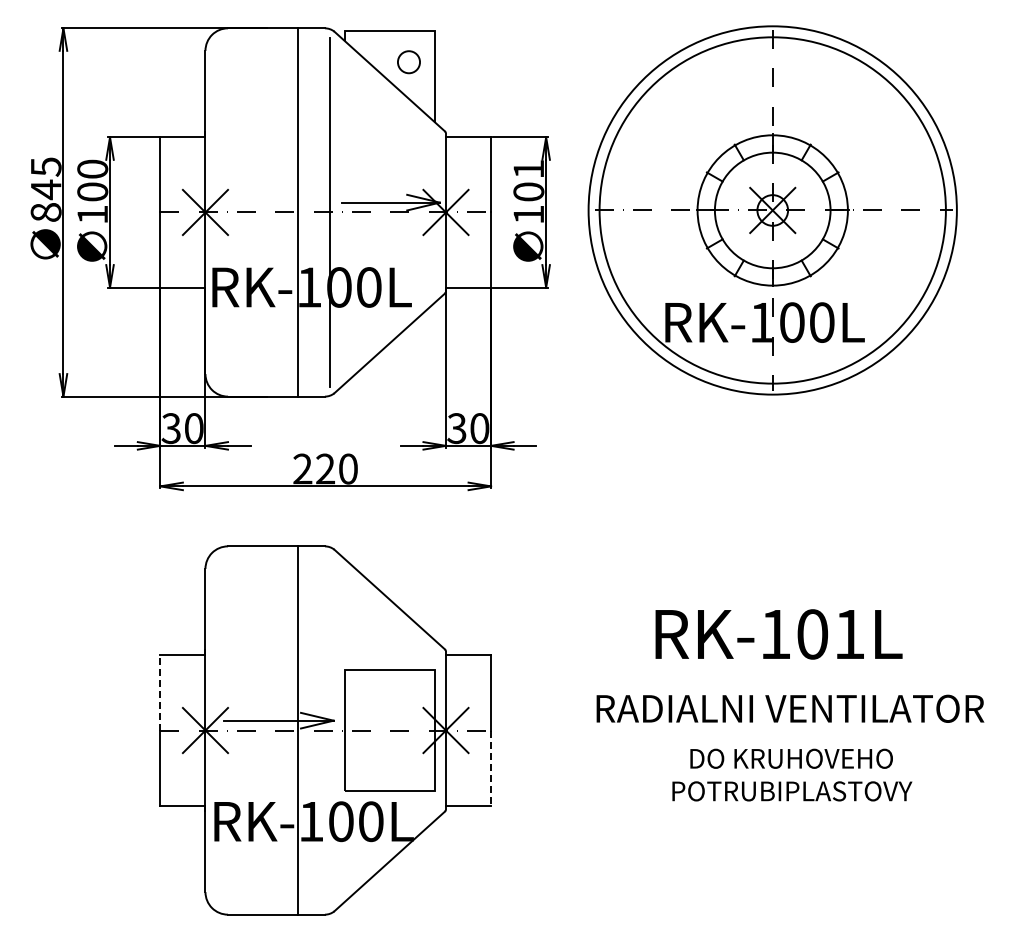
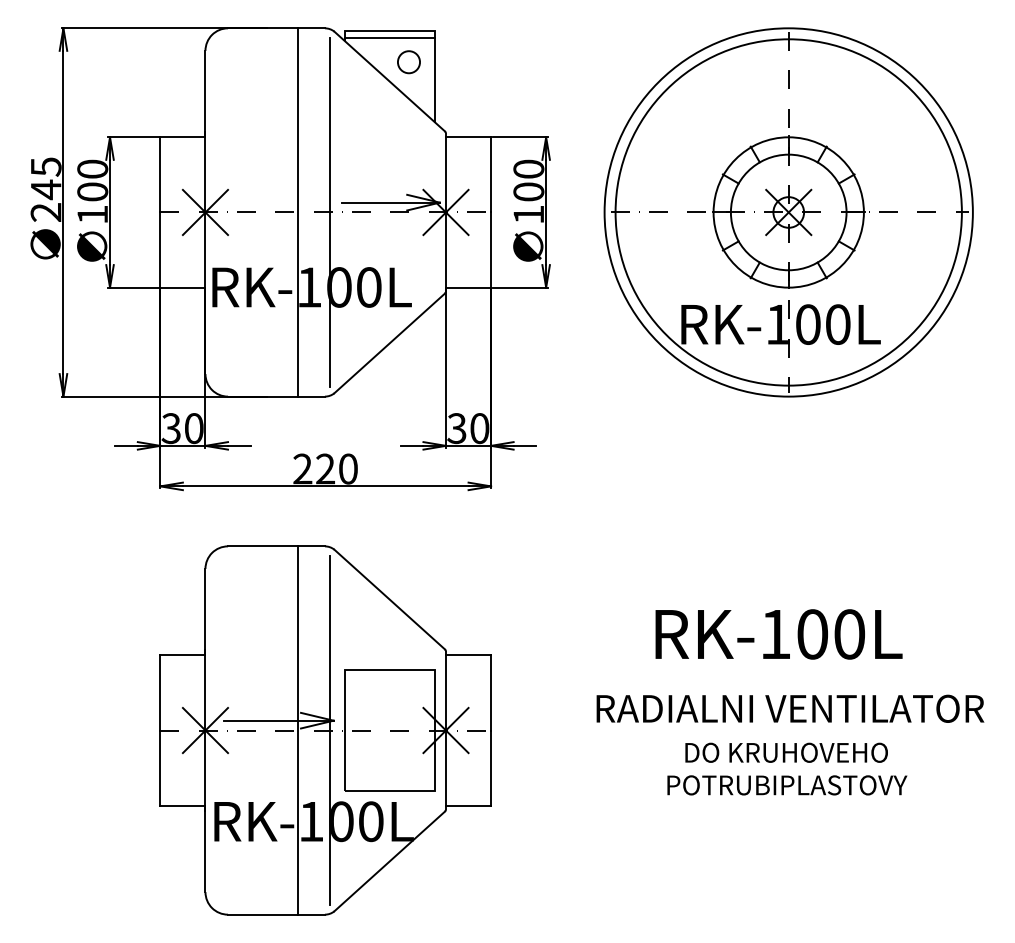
line at (390, 38): none -> present
text at (528, 168): 101 -> 100
part at (772, 210) position: (772, 210) -> (788, 212)
text at (45, 212): 845 -> 245
text at (849, 634): RK-101L -> RK-100L
line at (160, 692): dashed -> solid
line at (330, 729): none -> present
line at (491, 768): dashed -> solid
text at (792, 774) position: (792, 774) -> (787, 768)
